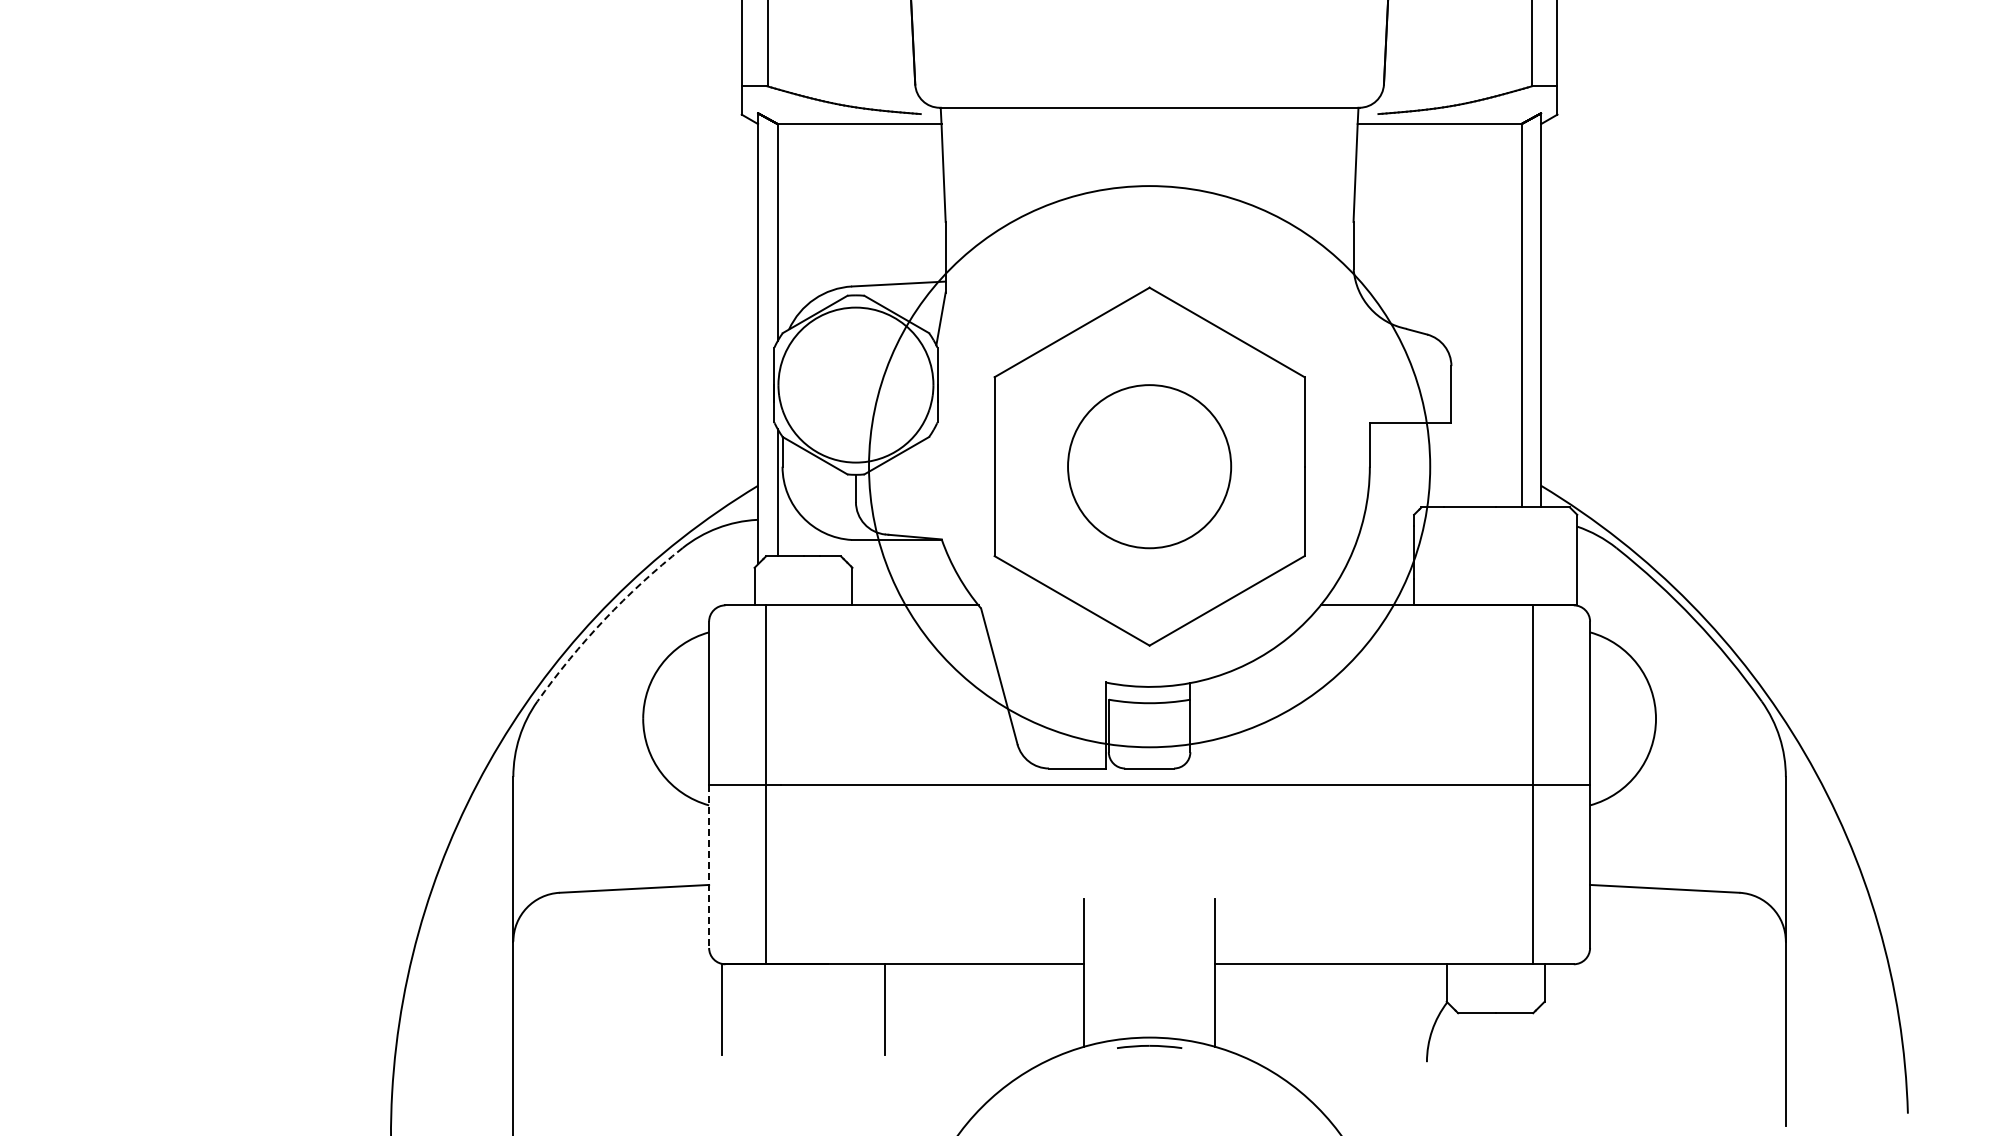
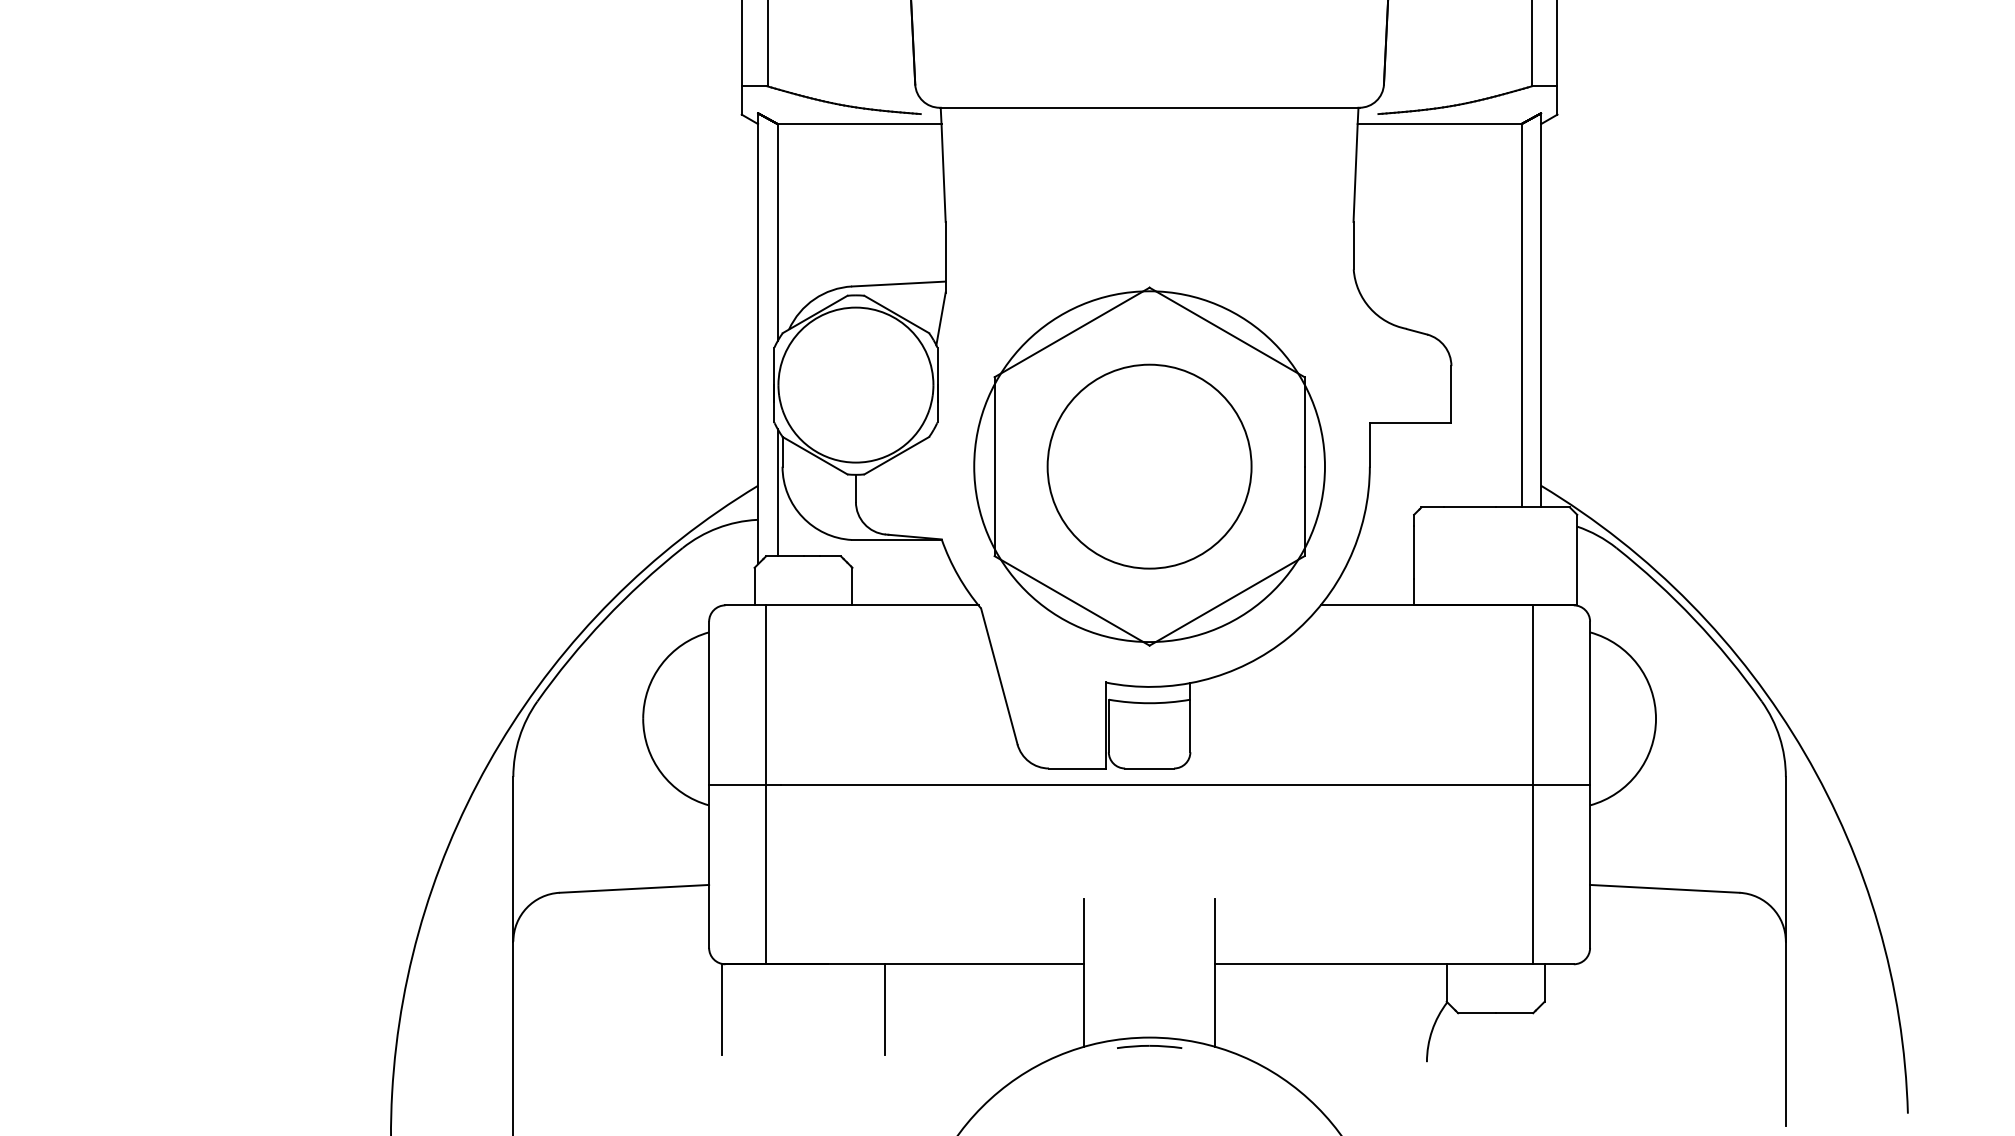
circle at (1149, 466) diameter: 163 px -> 204 px
circle at (1149, 466) diameter: 561 px -> 351 px
arc at (604, 619): dashed -> solid
line at (709, 866): dashed -> solid
